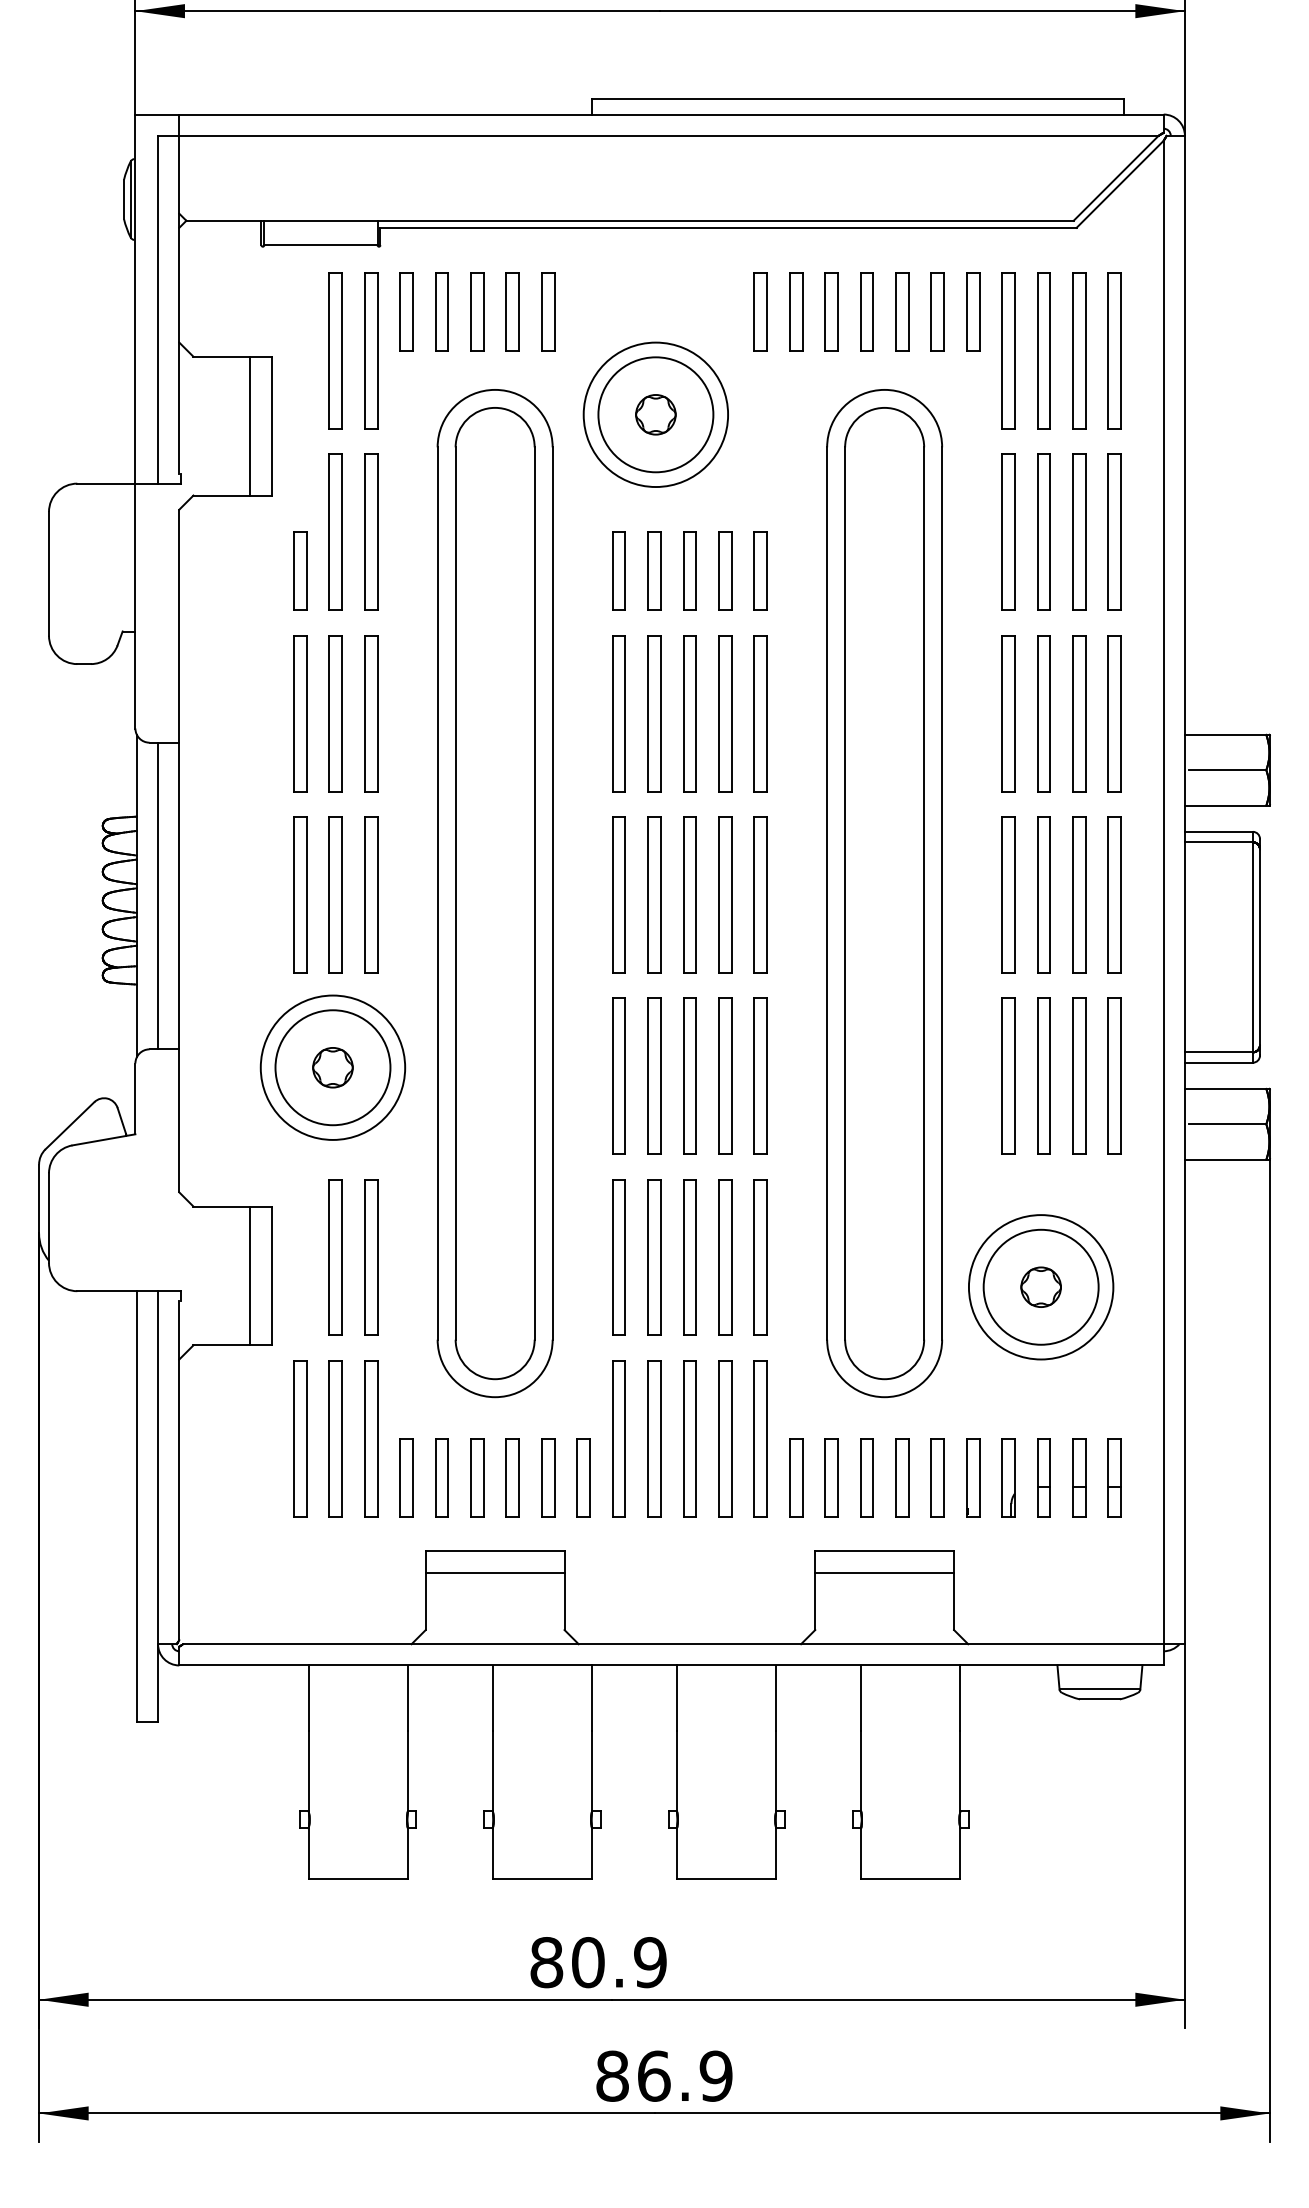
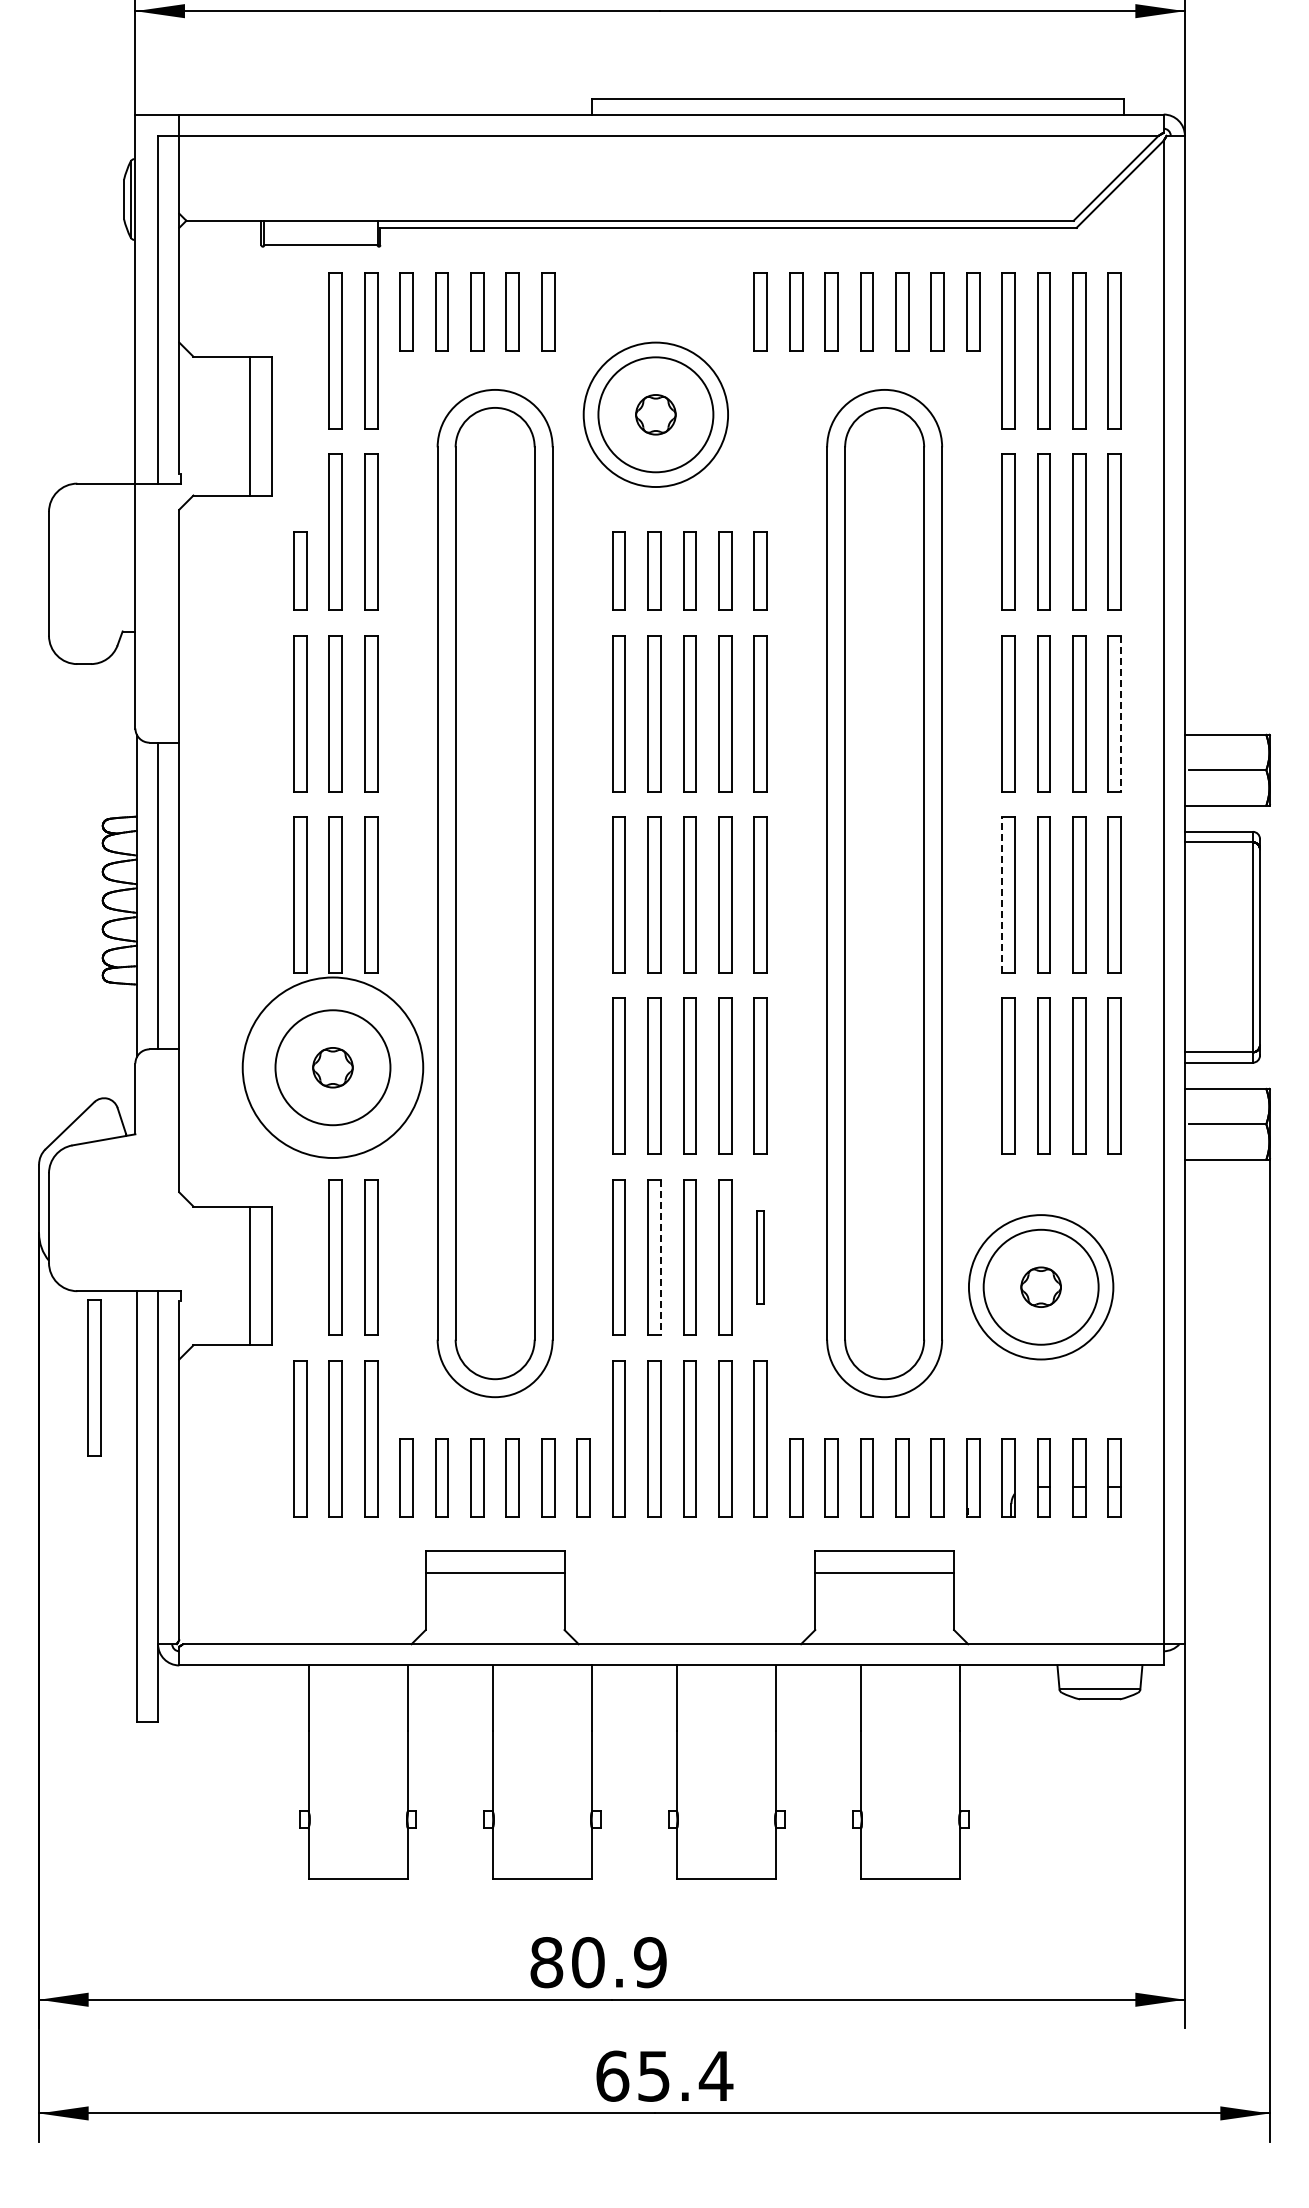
line at (1121, 713): solid -> dashed
line at (1002, 894): solid -> dashed
circle at (332, 1067) diameter: 144 px -> 180 px
line at (660, 1257): solid -> dashed
part at (760, 1257) size: 15x157 px -> 9x95 px
part at (94, 1377): none -> present
text at (664, 2075): 86.9 -> 65.4
